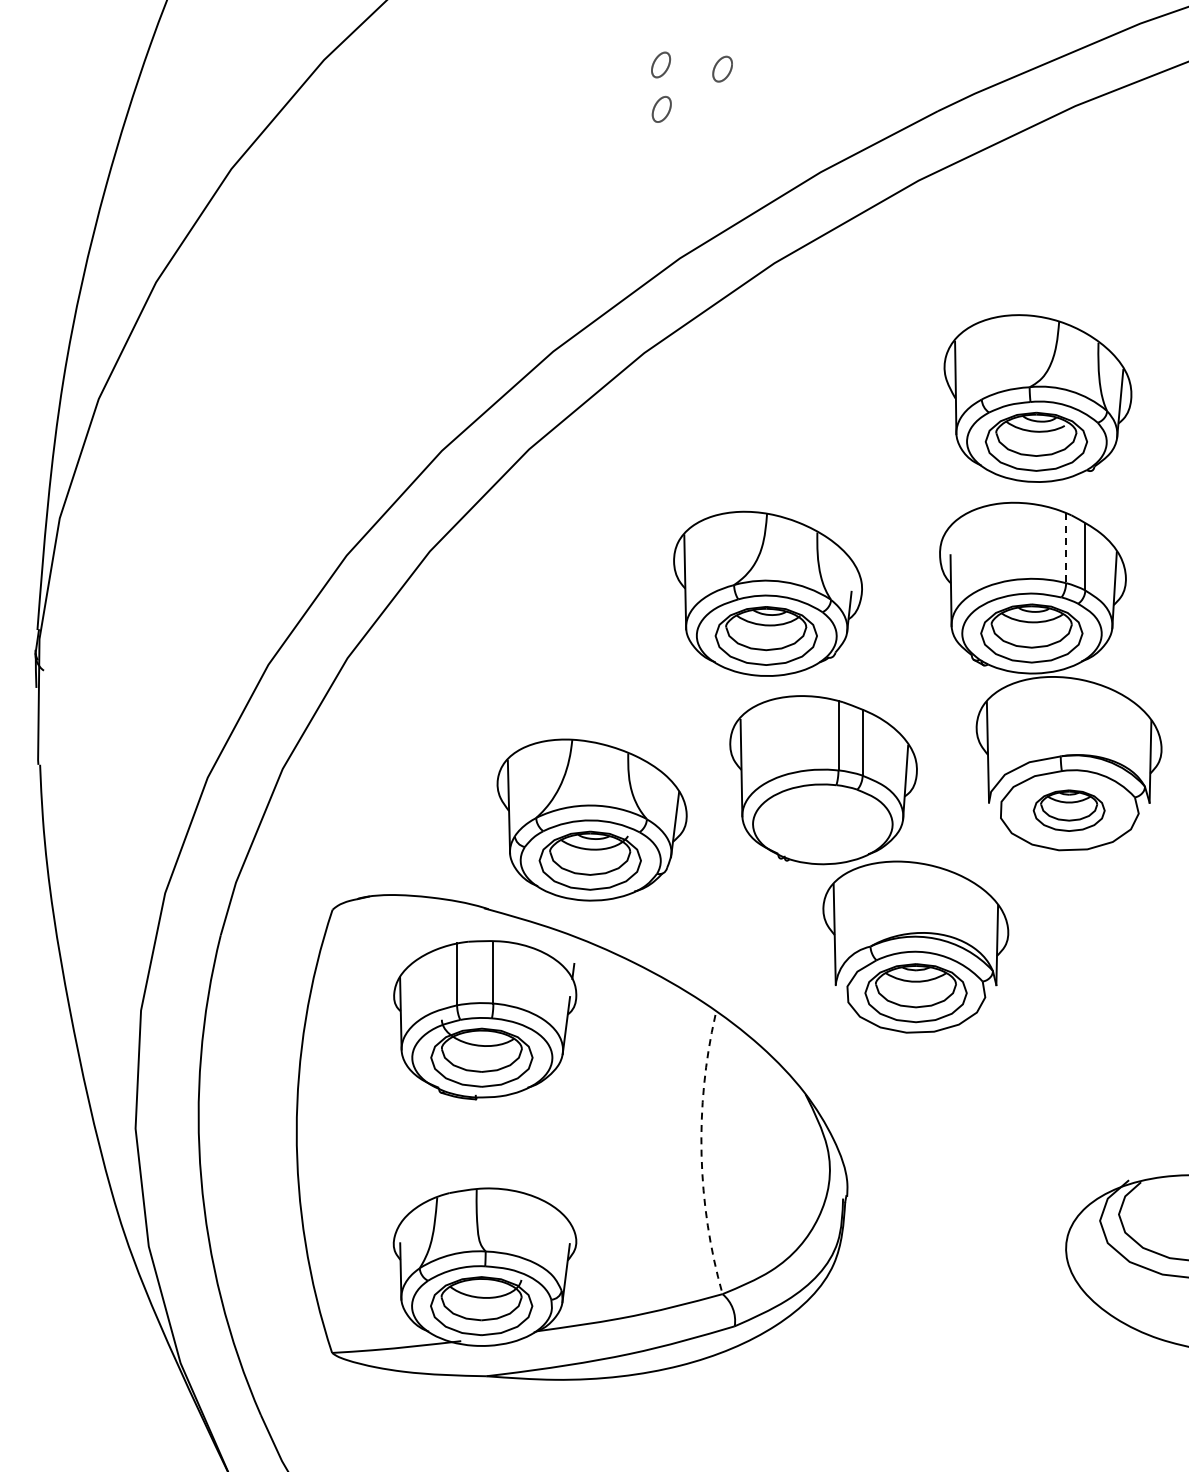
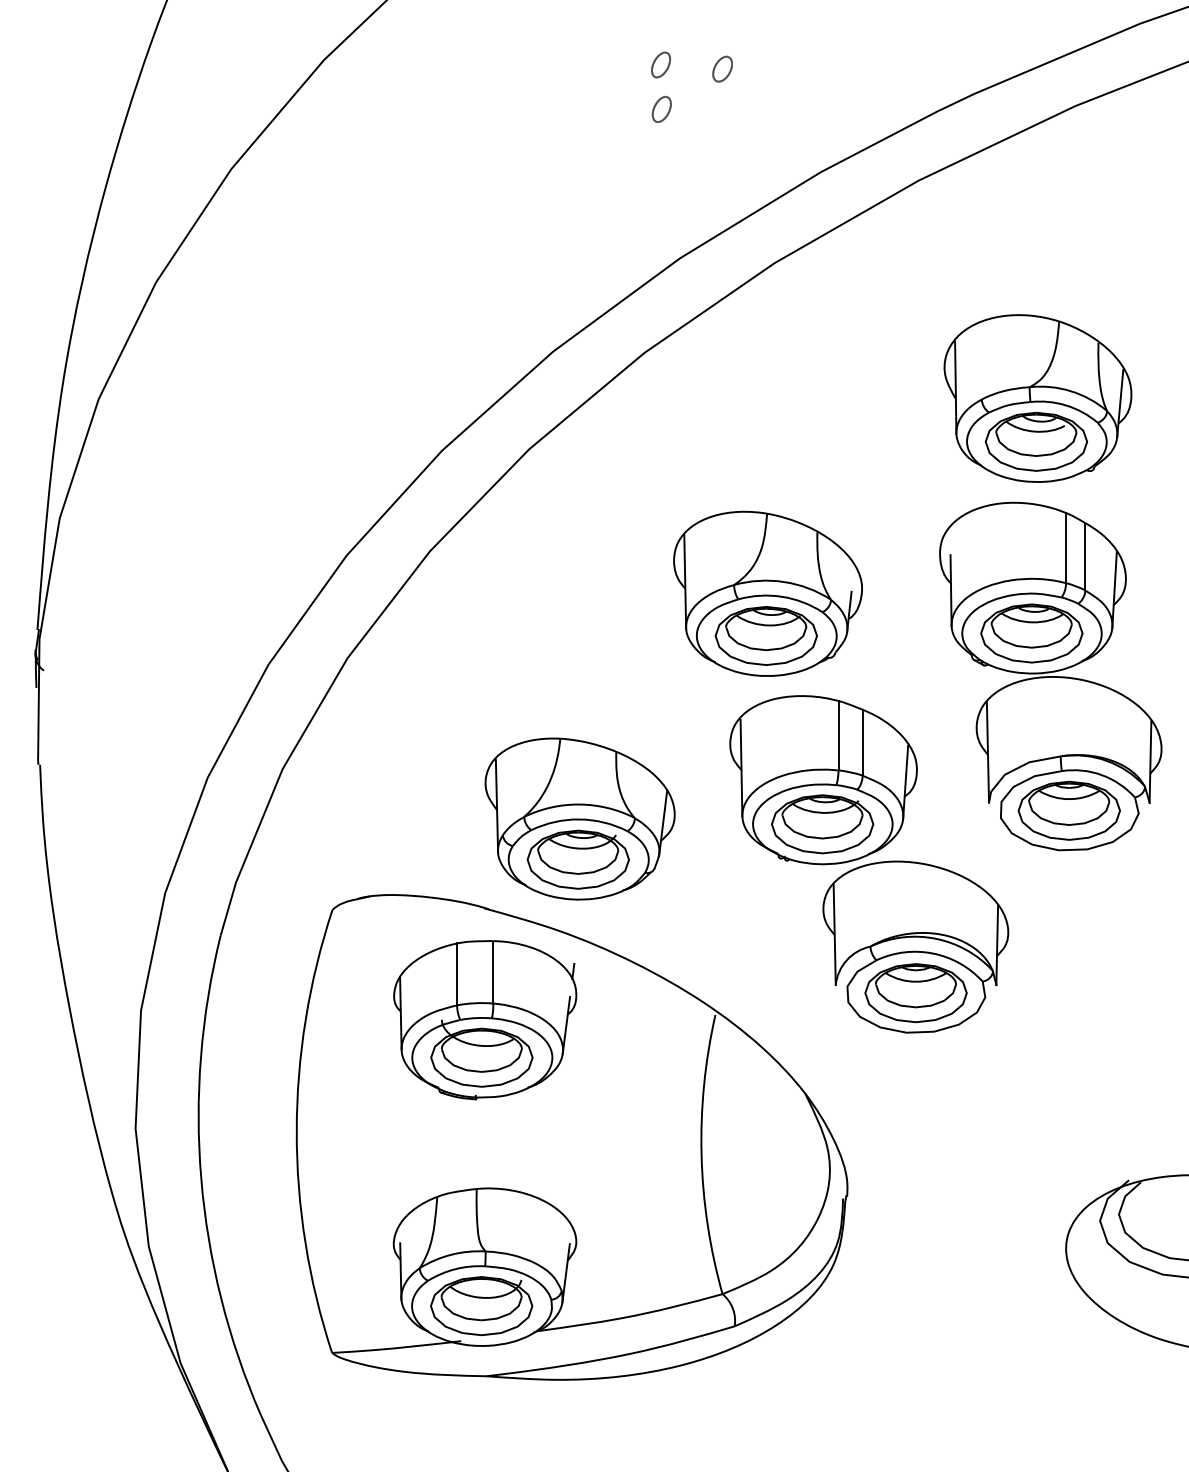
line at (1066, 548): dashed -> solid
part at (1068, 810) size: 74x43 px -> 104x61 px
part at (591, 819) position: (591, 819) -> (579, 818)
part at (822, 824): none -> present
arc at (701, 1155): dashed -> solid
